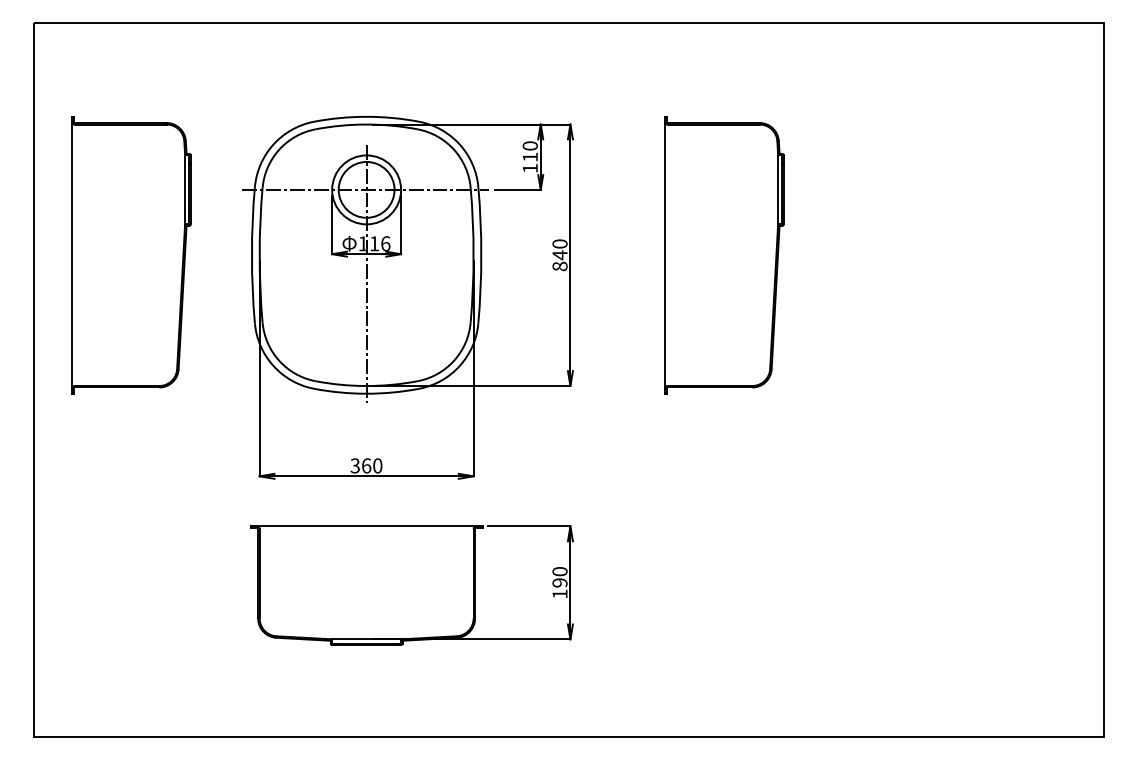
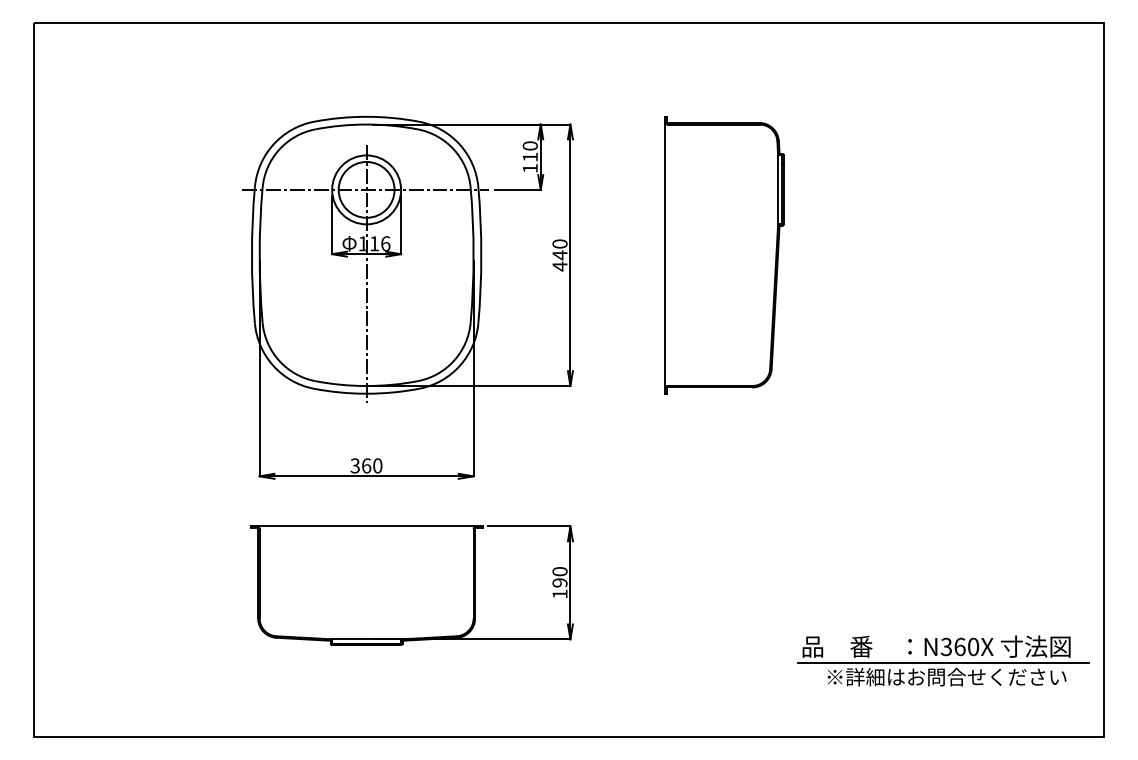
part at (131, 255): present -> none
text at (559, 266): 840 -> 440
part at (943, 660): none -> present
